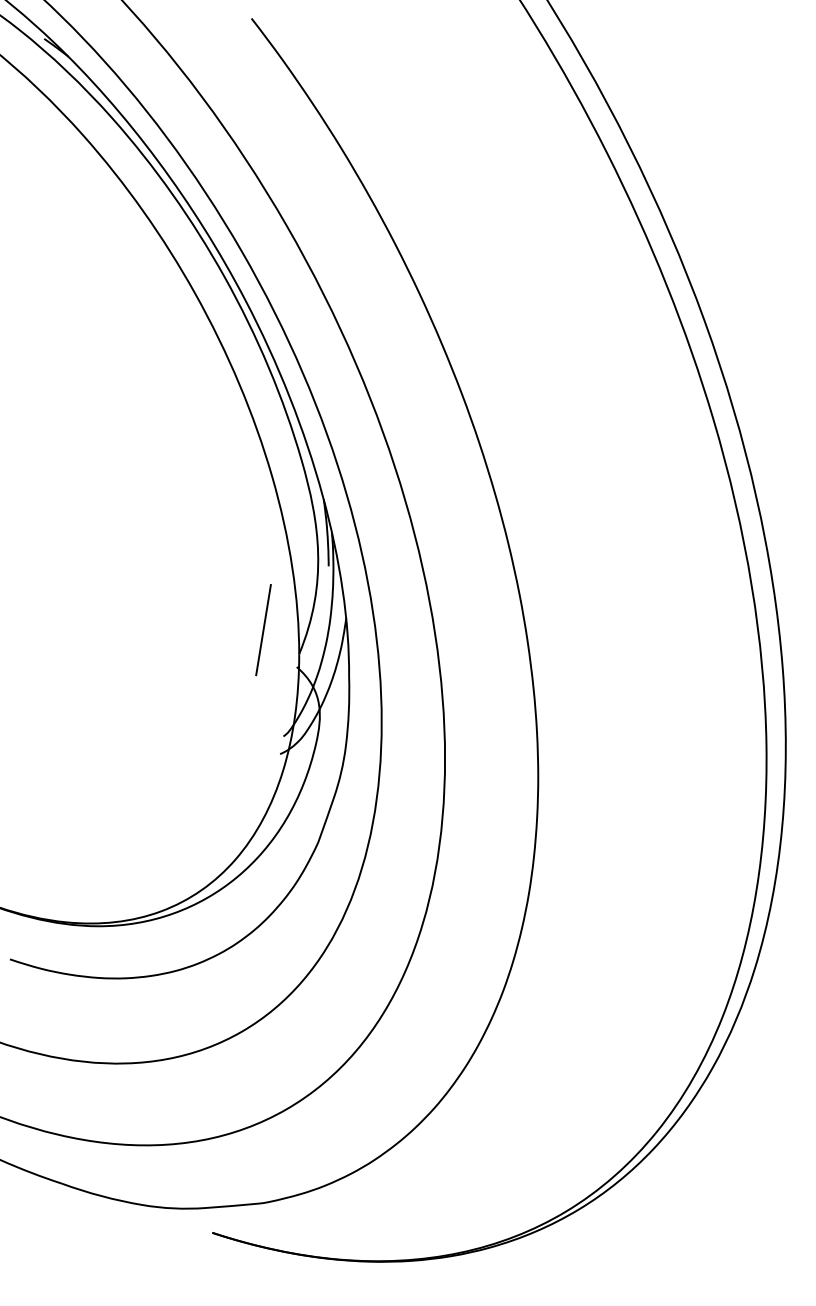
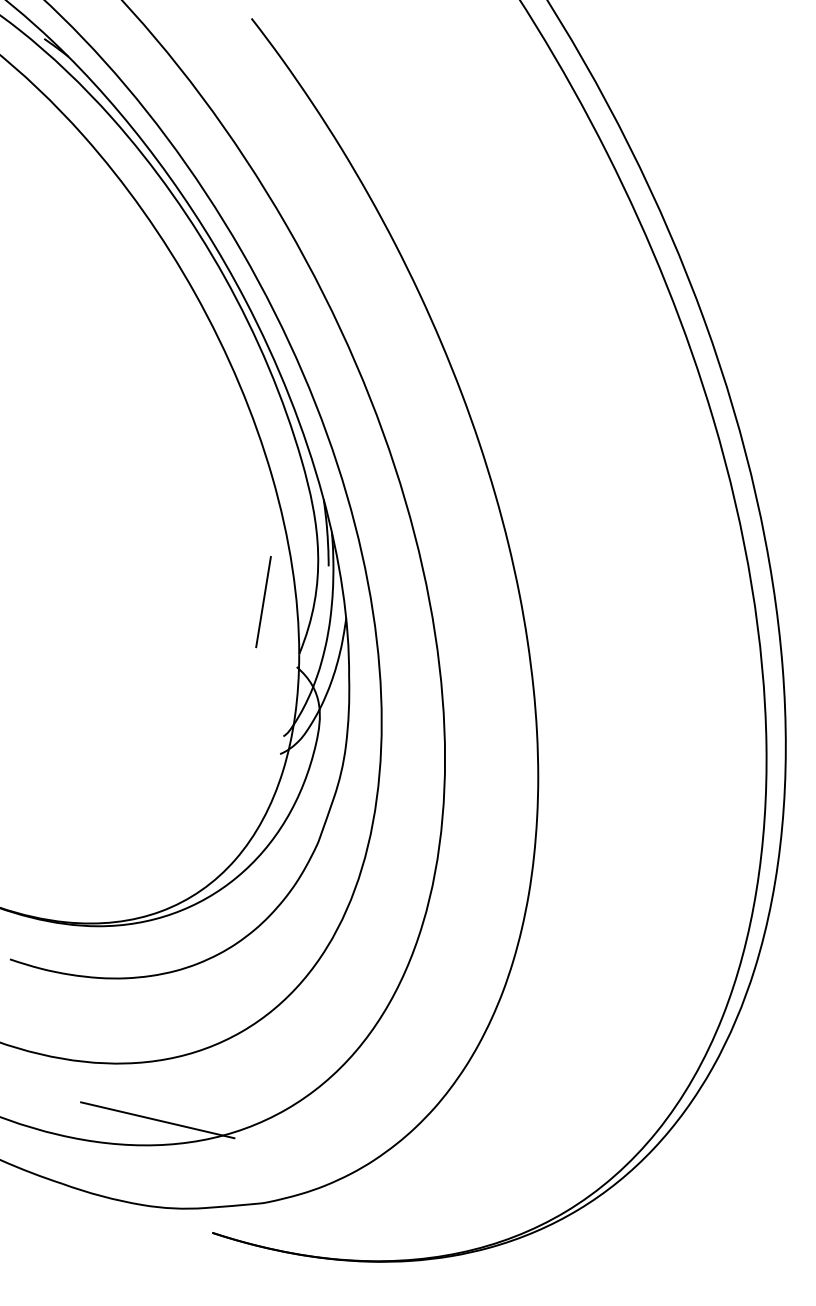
line at (263, 630) position: (263, 630) -> (263, 602)
line at (157, 1120): none -> present
